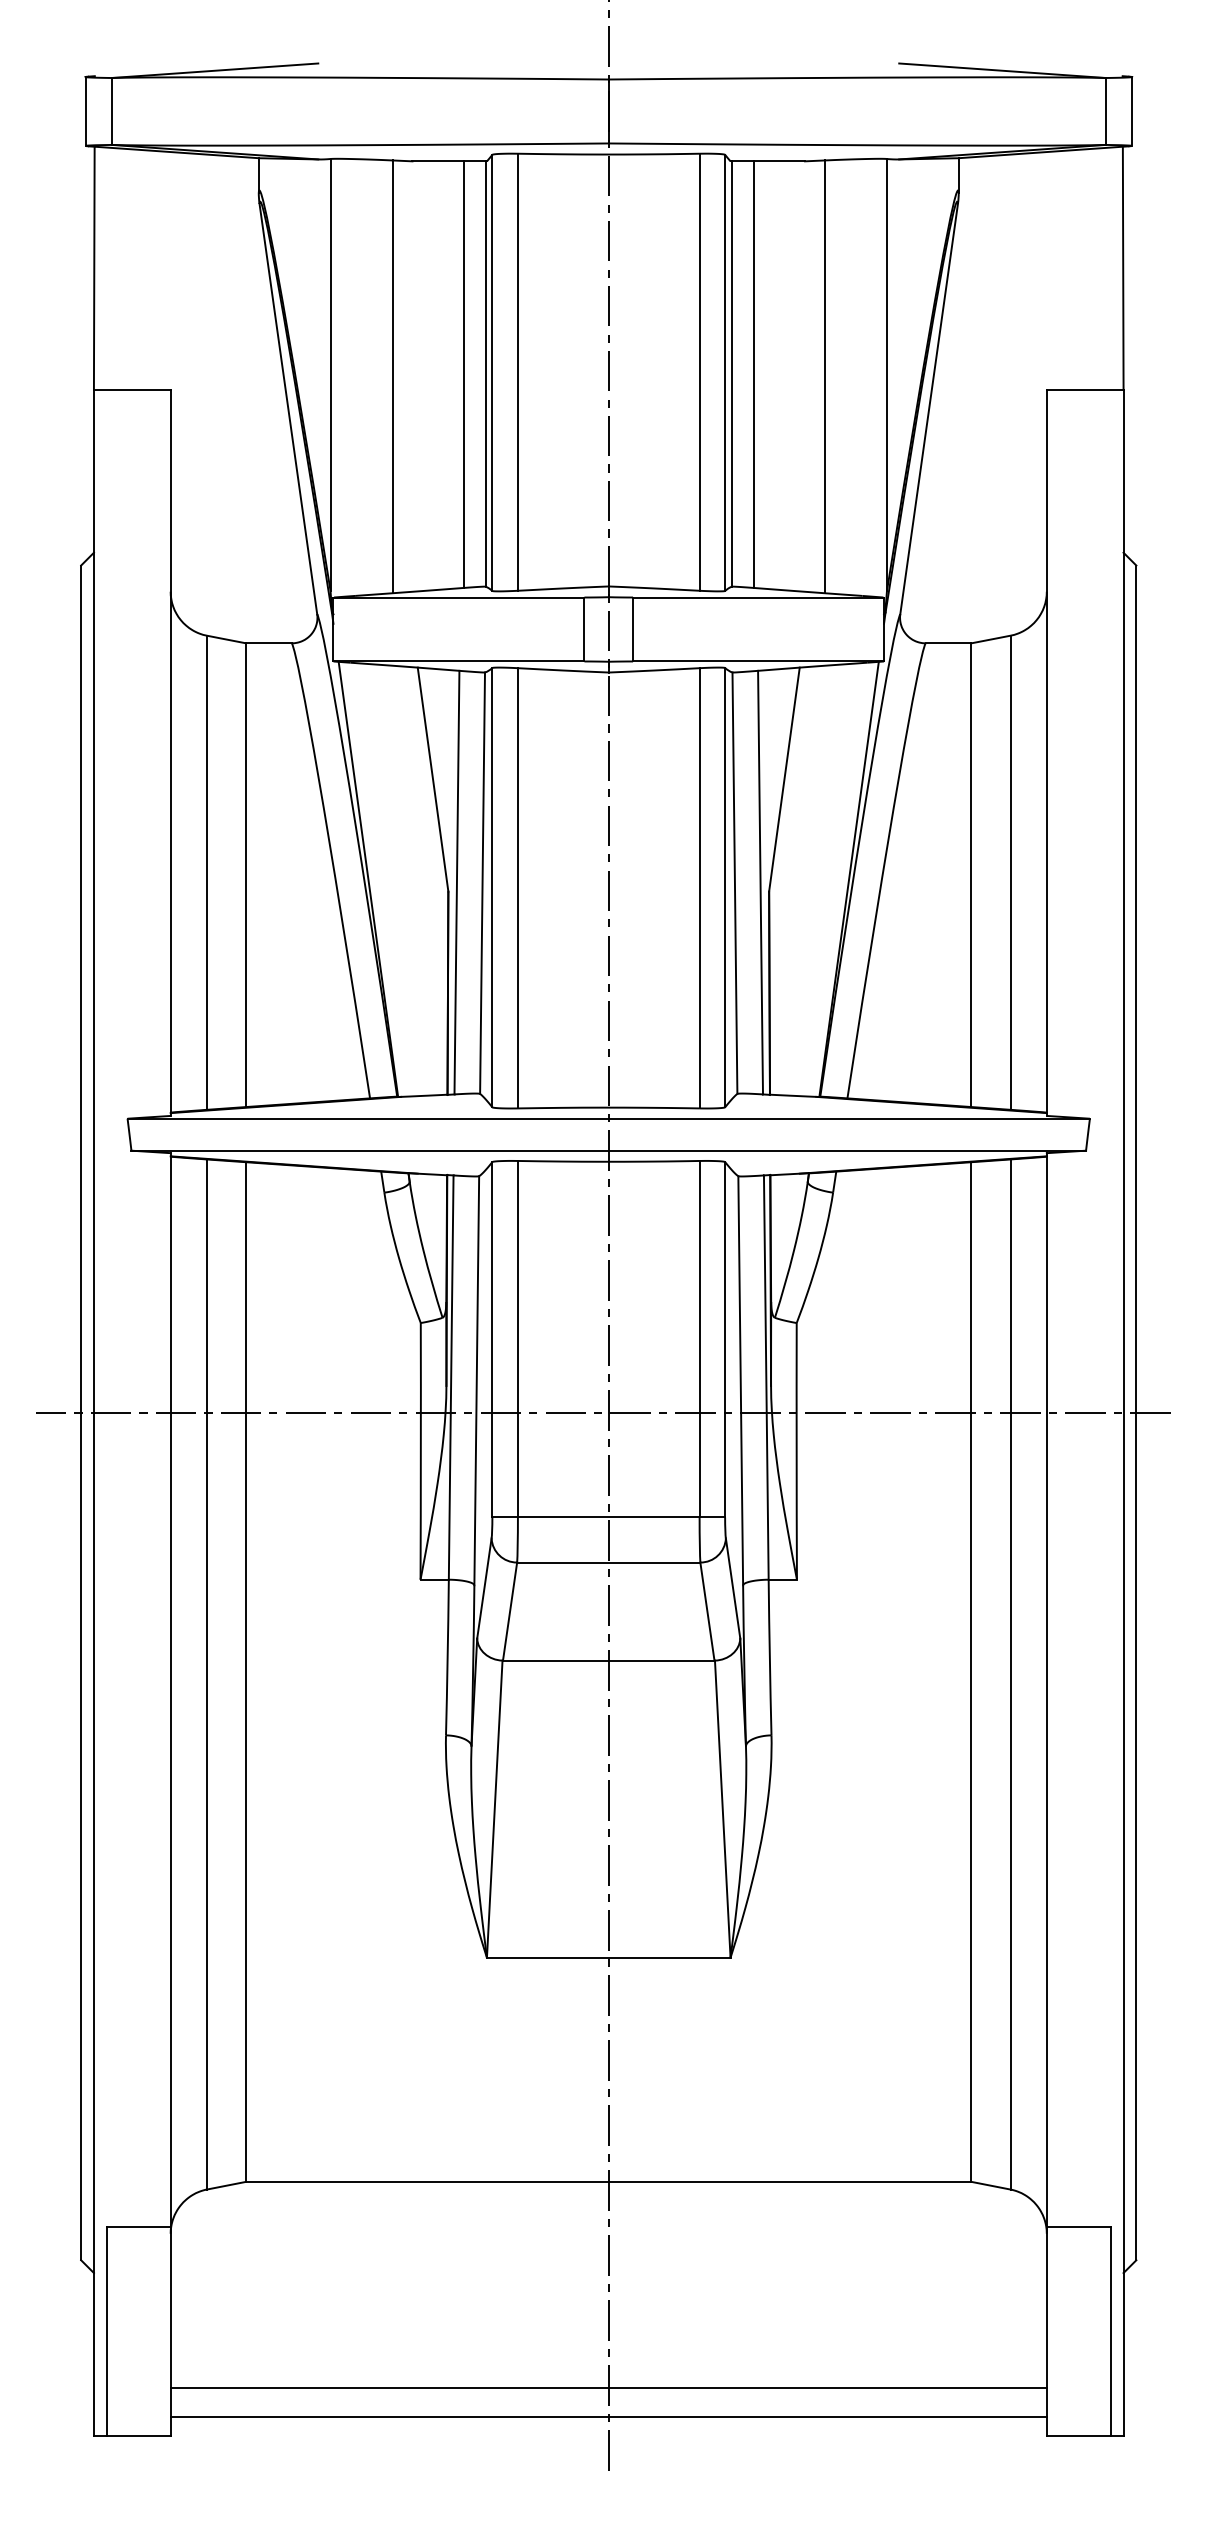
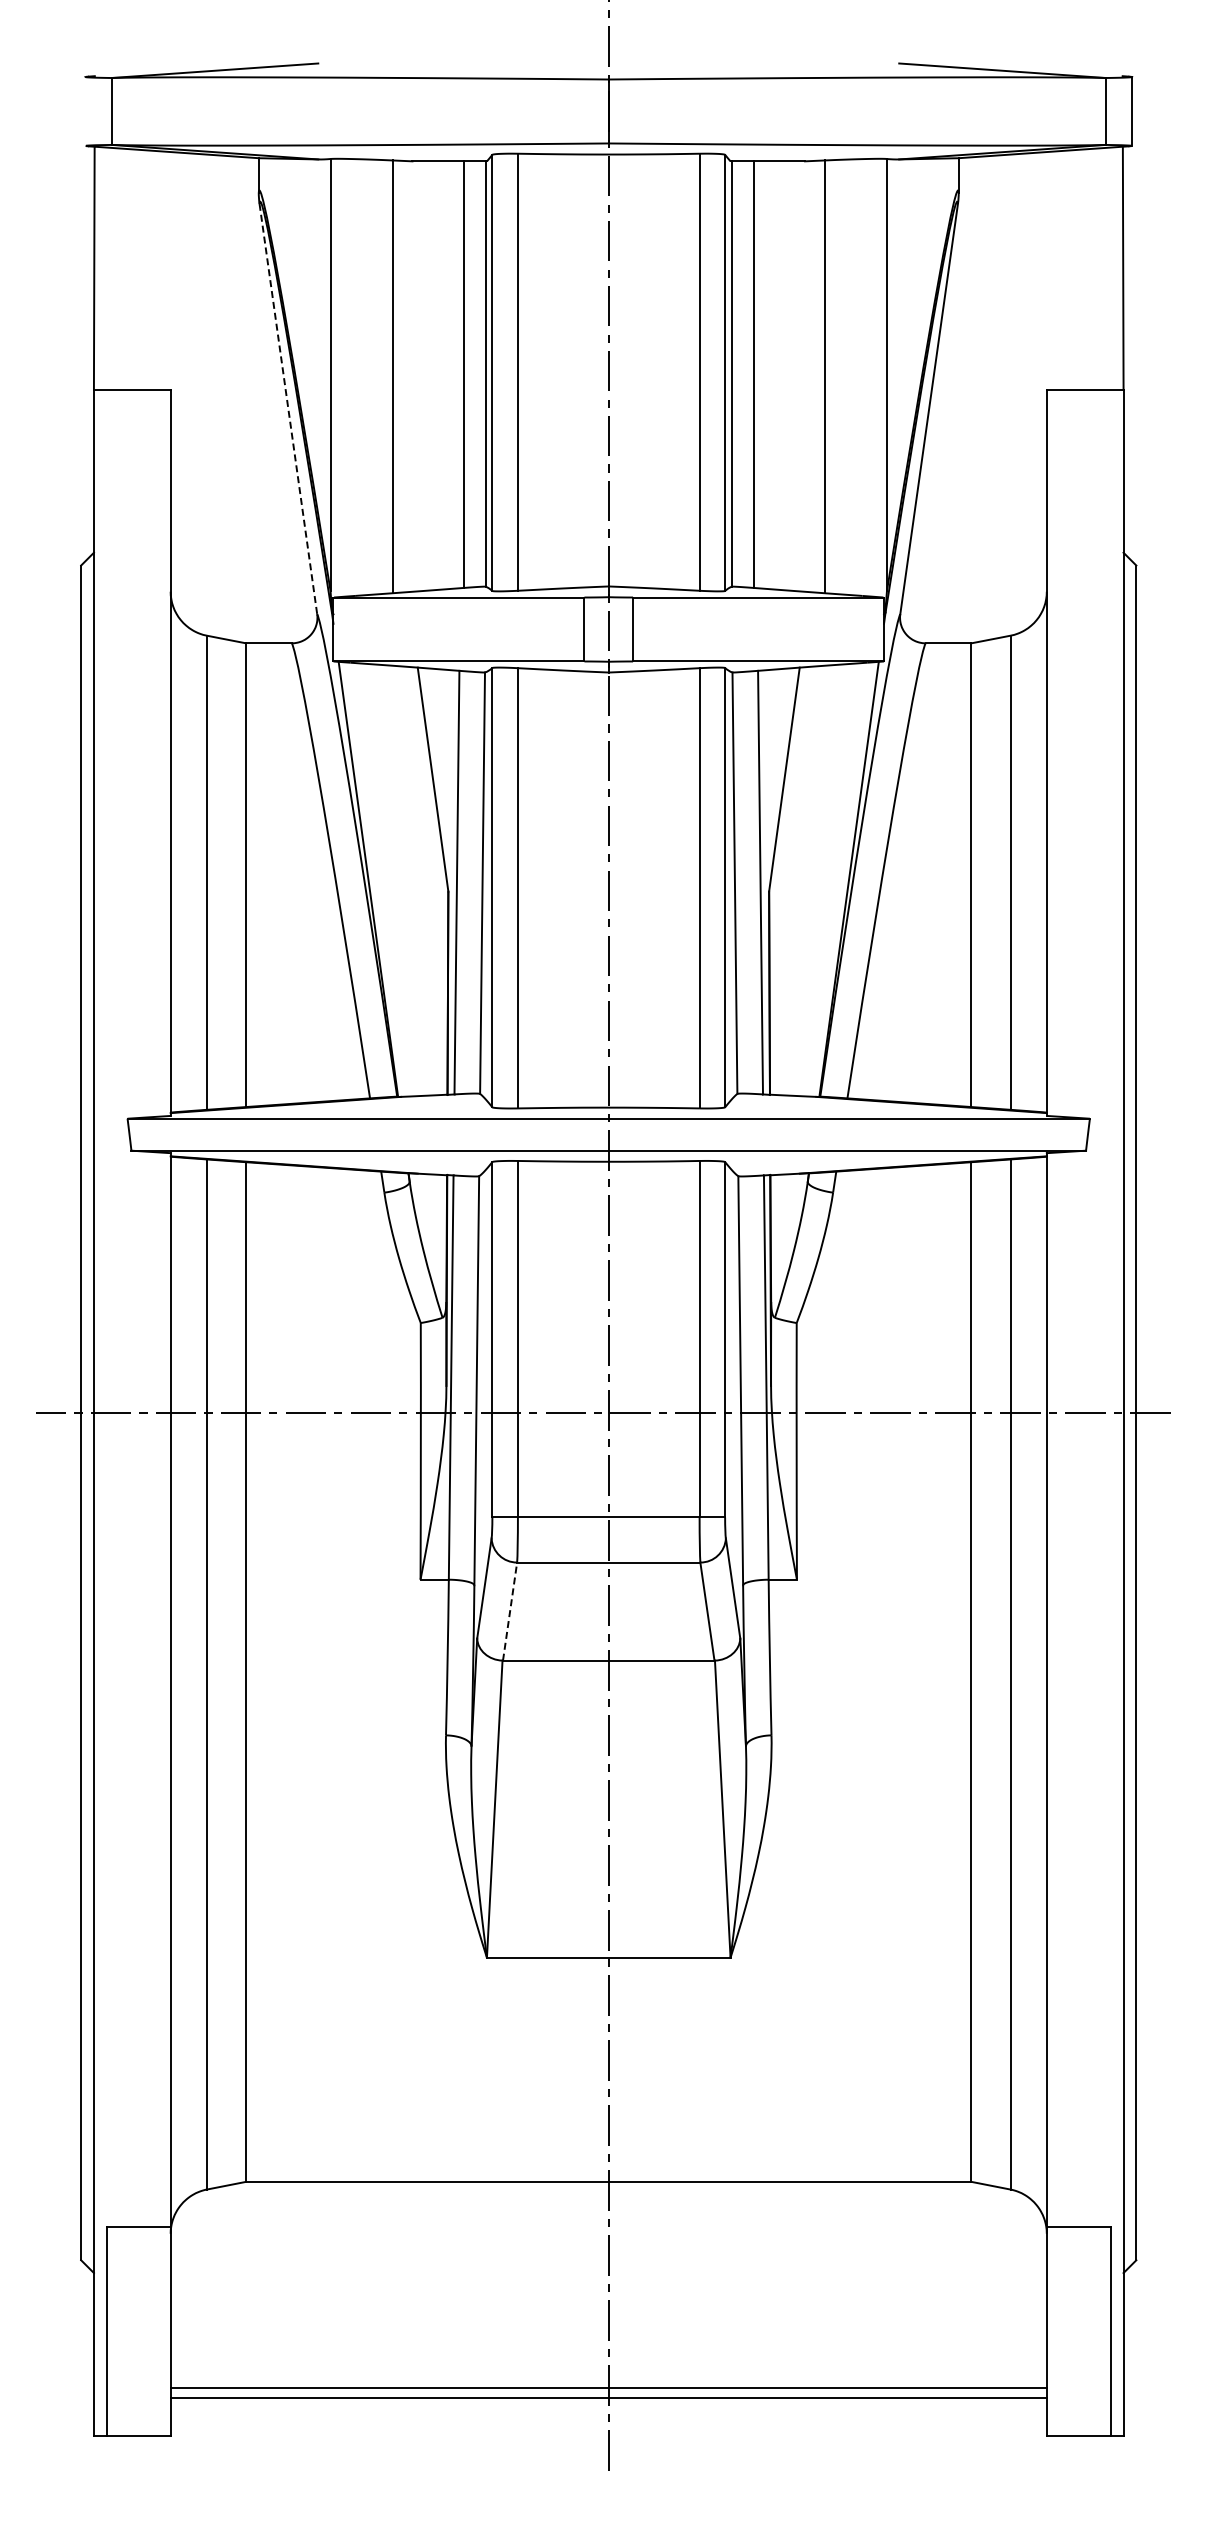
line at (85, 111): present -> none
line at (288, 409): solid -> dashed
line at (510, 1611): solid -> dashed
line at (608, 2417) position: (608, 2417) -> (608, 2398)
